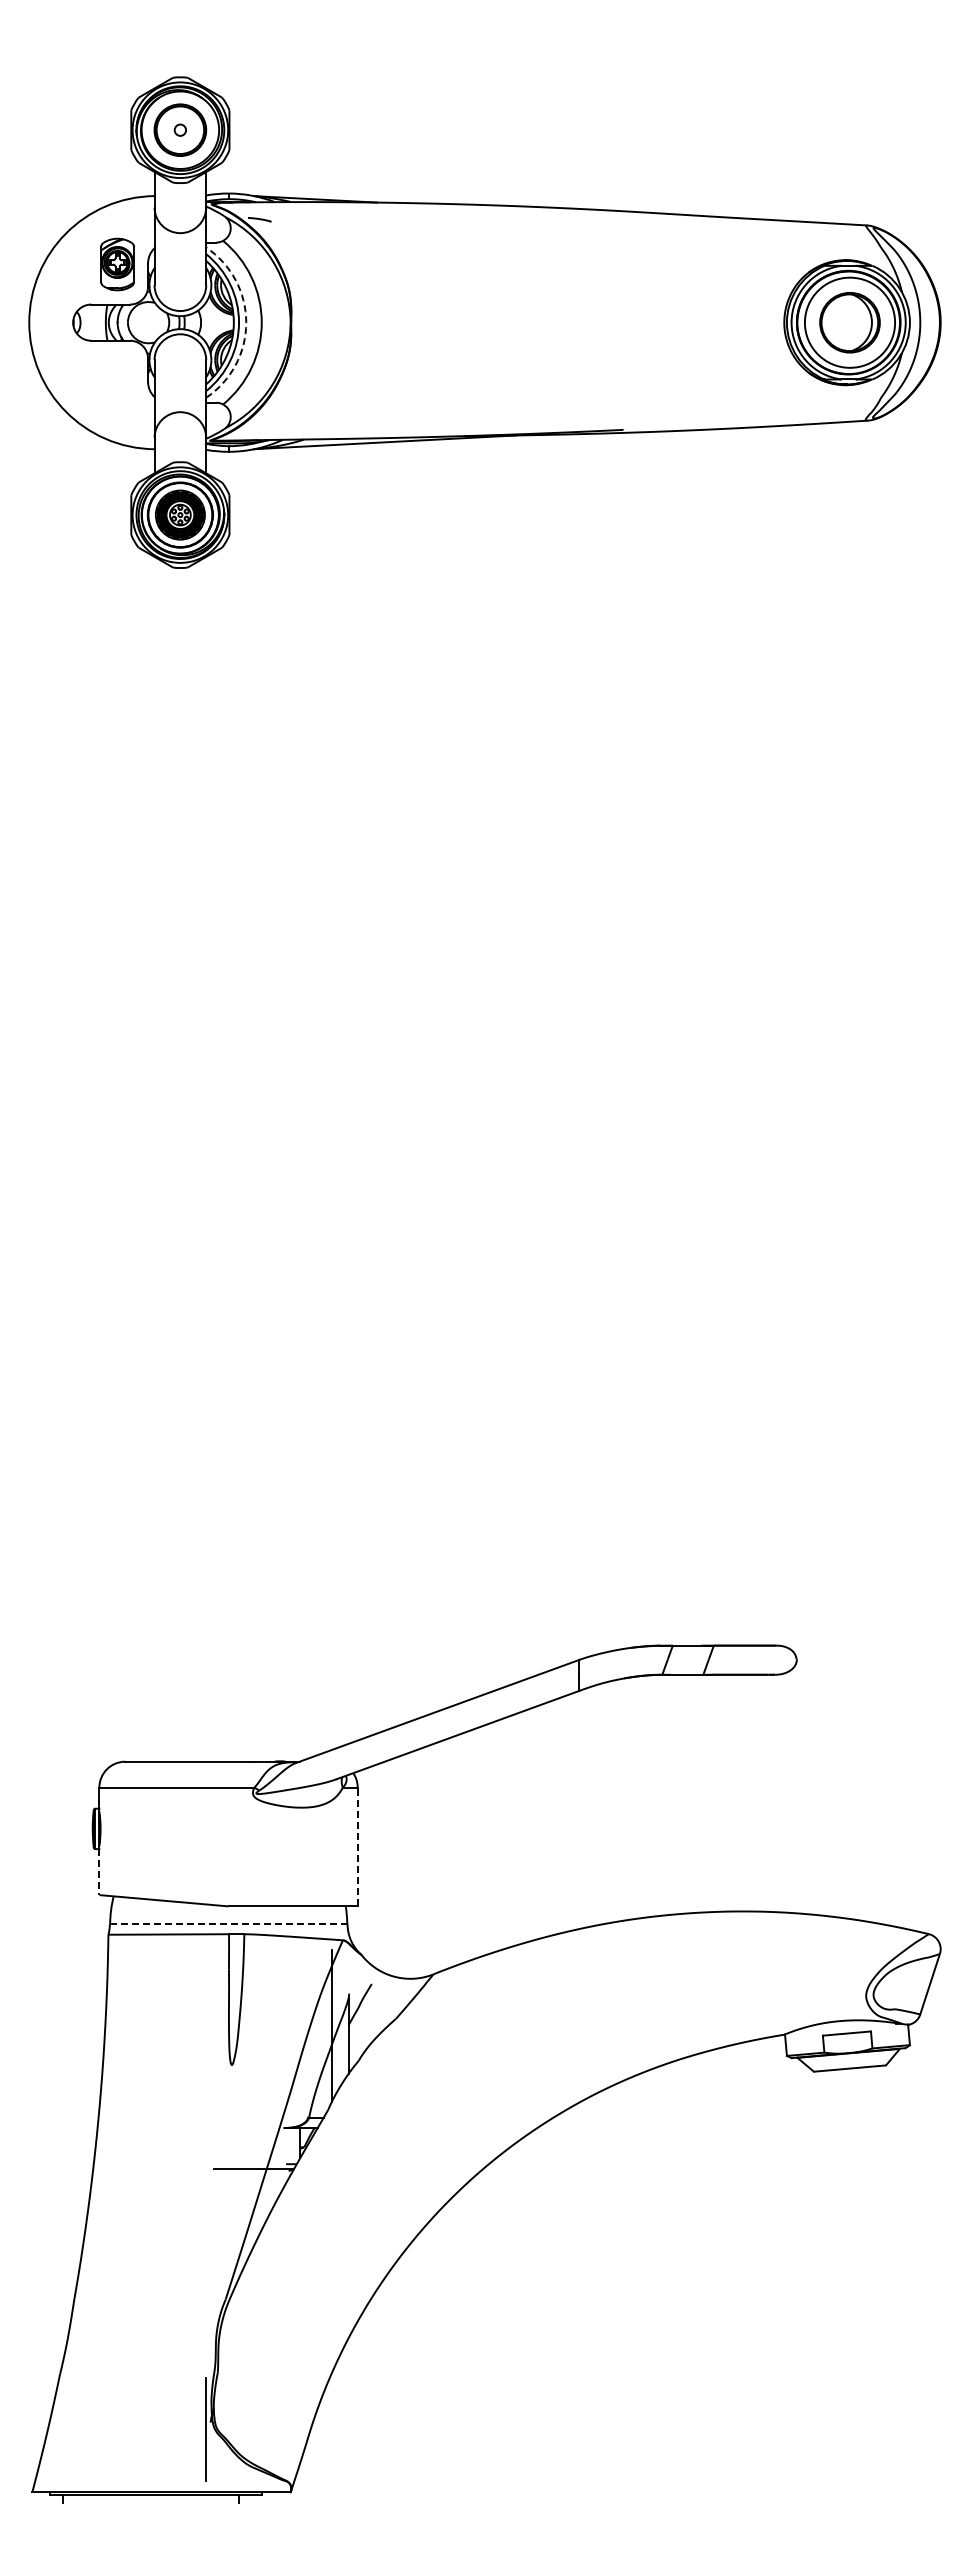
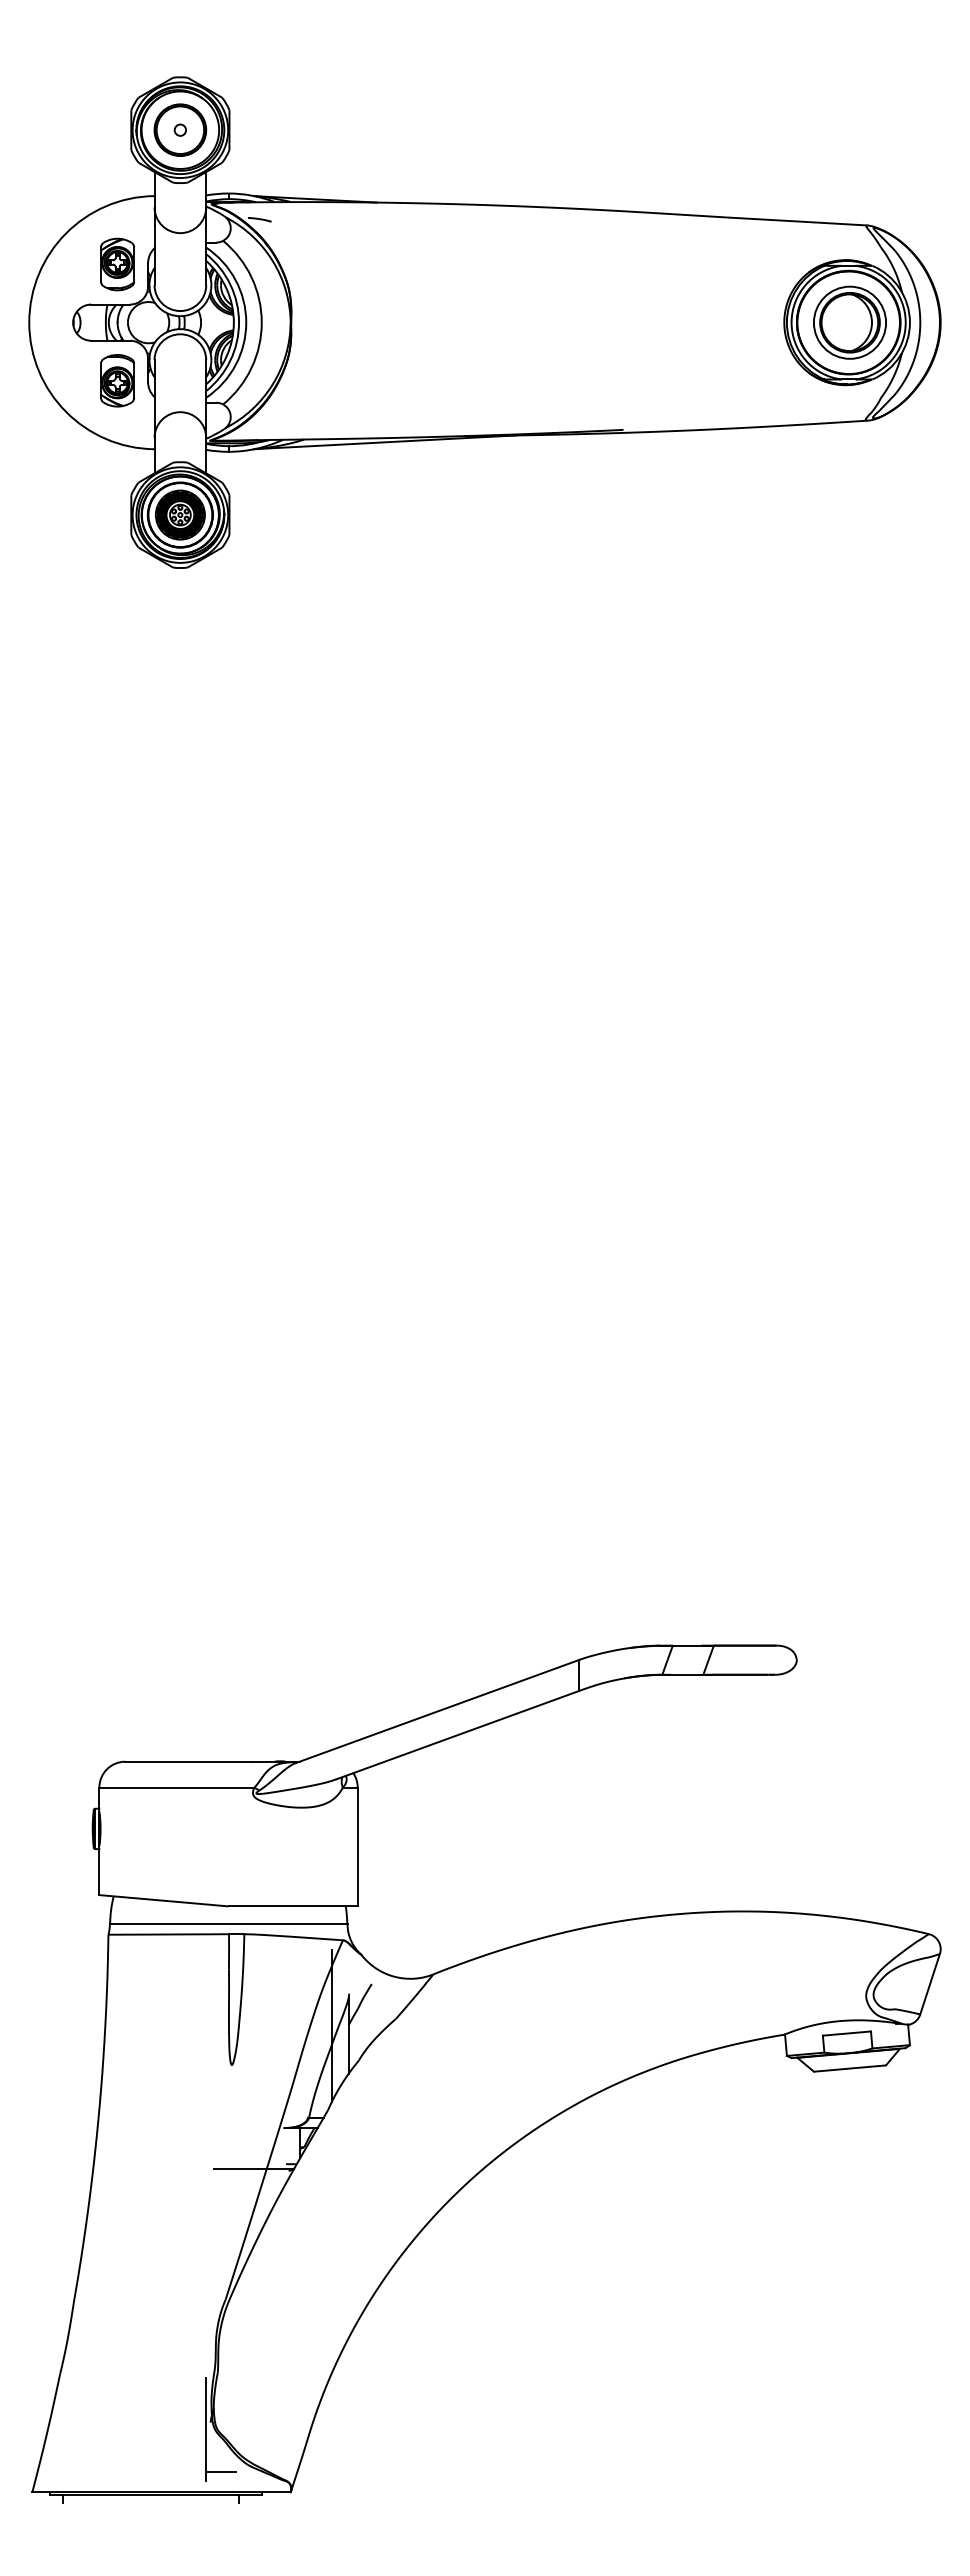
arc at (246, 322): dashed -> solid
circle at (849, 322) diameter: 90 px -> 72 px
part at (117, 380): none -> present
line at (357, 1846): dashed -> solid
line at (99, 1872): dashed -> solid
line at (228, 1923): dashed -> solid
line at (221, 2471): none -> present
